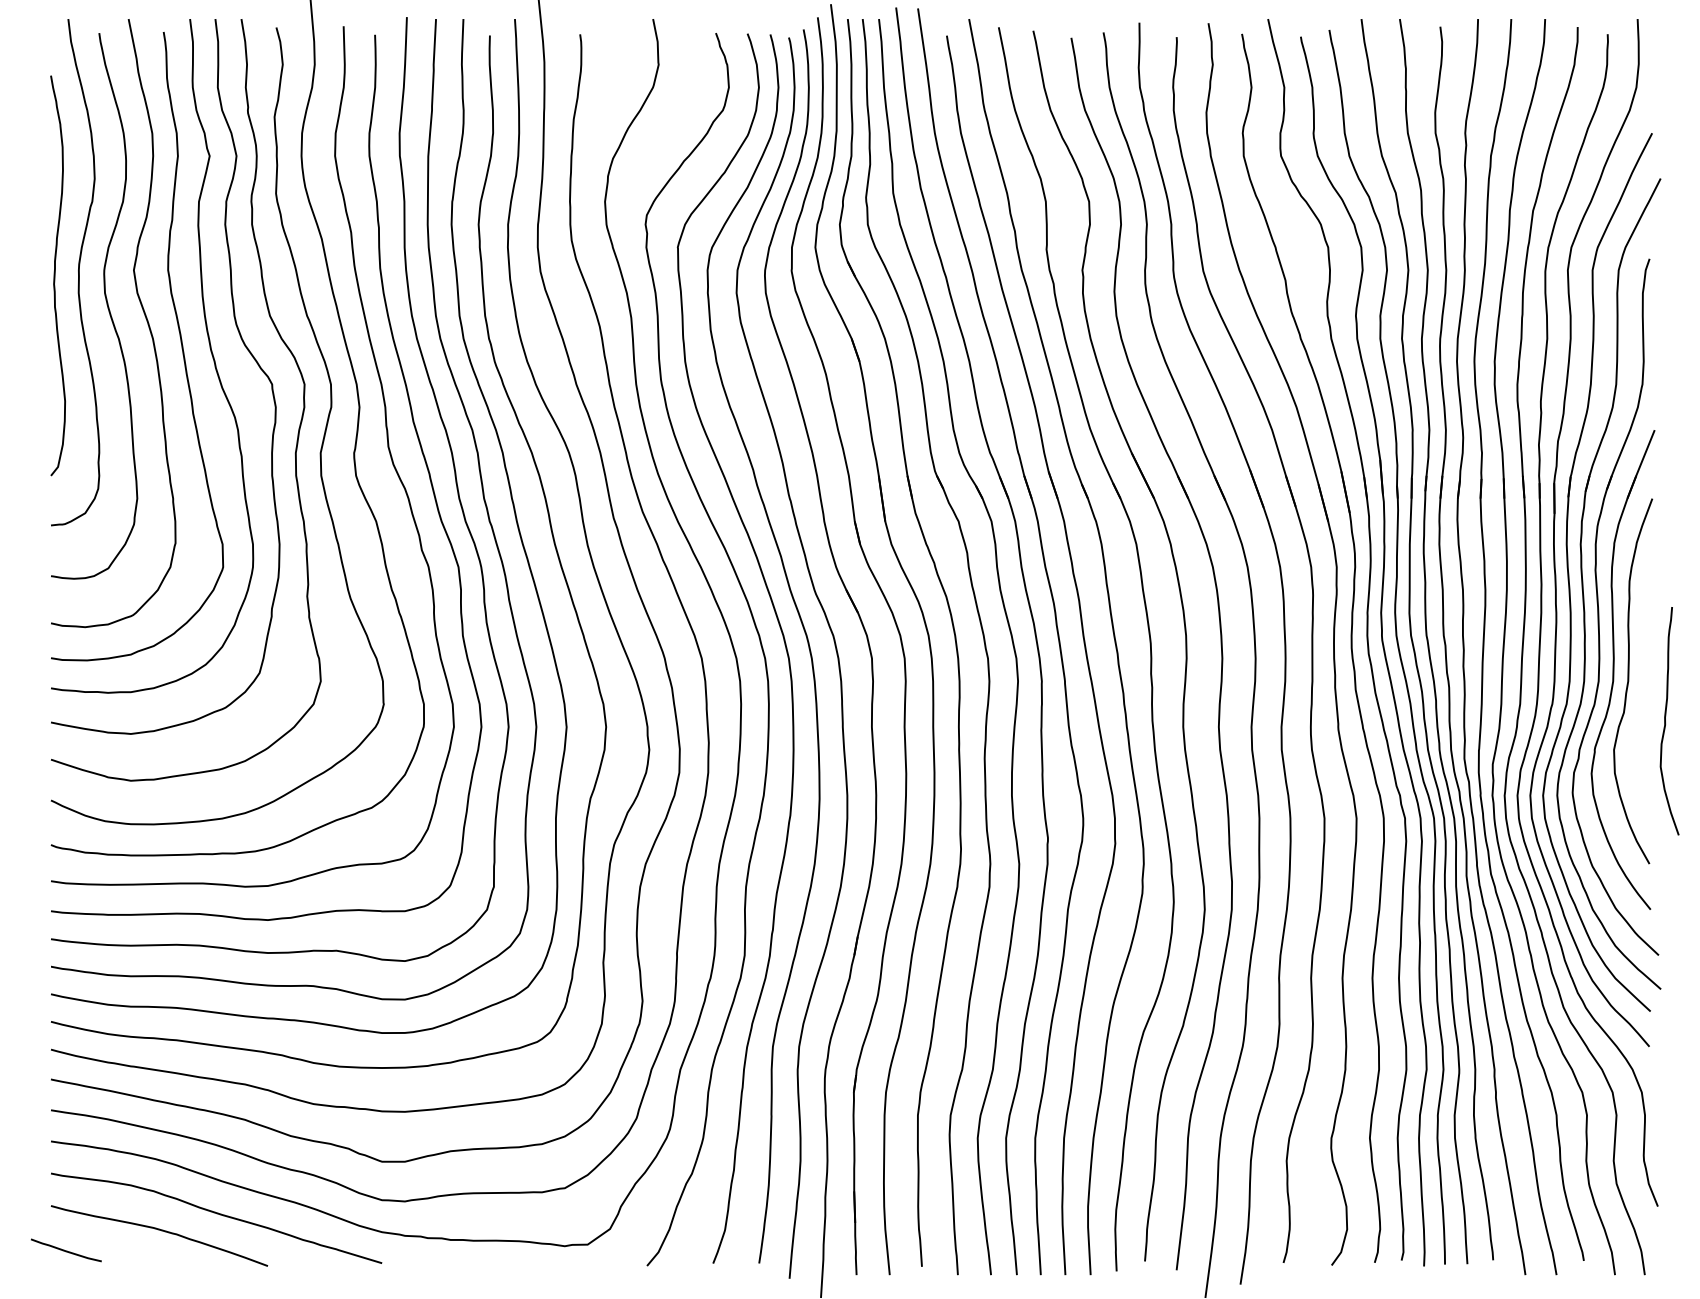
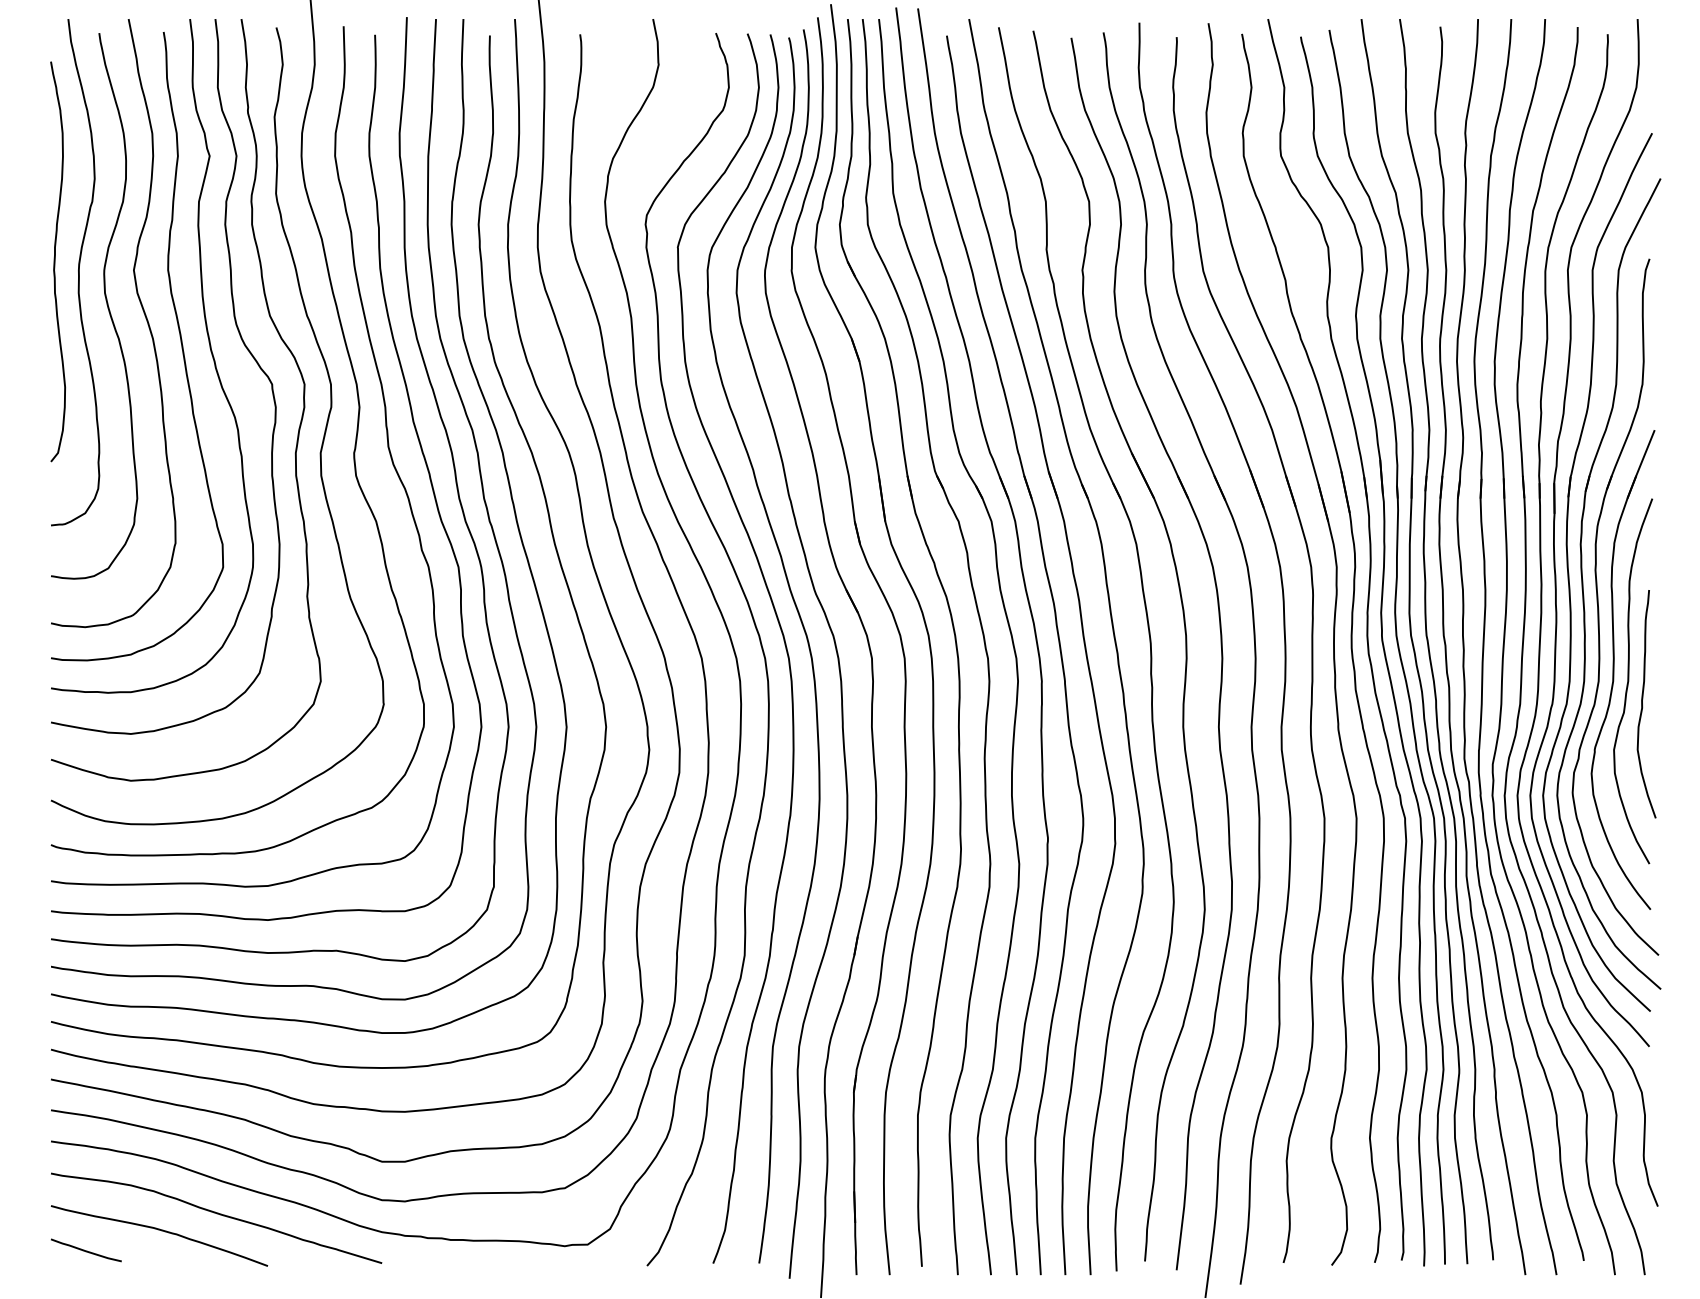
curve at (55, 275) position: (55, 275) -> (55, 261)
curve at (1665, 721) position: (1665, 721) -> (1642, 704)
curve at (66, 1250) position: (66, 1250) -> (86, 1250)
